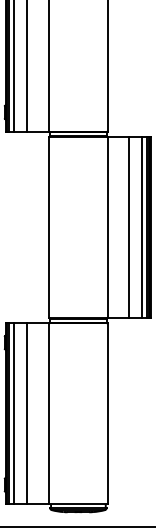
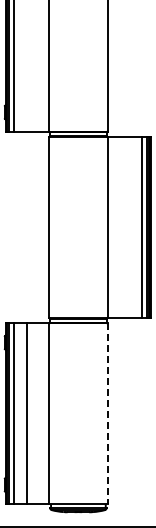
line at (26, 66): present -> none
line at (129, 227): present -> none
line at (108, 413): solid -> dashed
